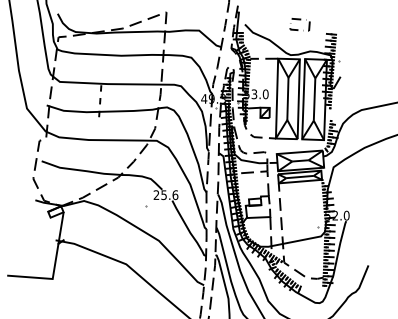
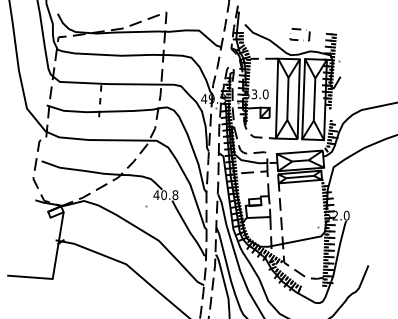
part at (299, 24) position: (299, 24) -> (299, 34)
text at (165, 194): 25.6 -> 40.8
